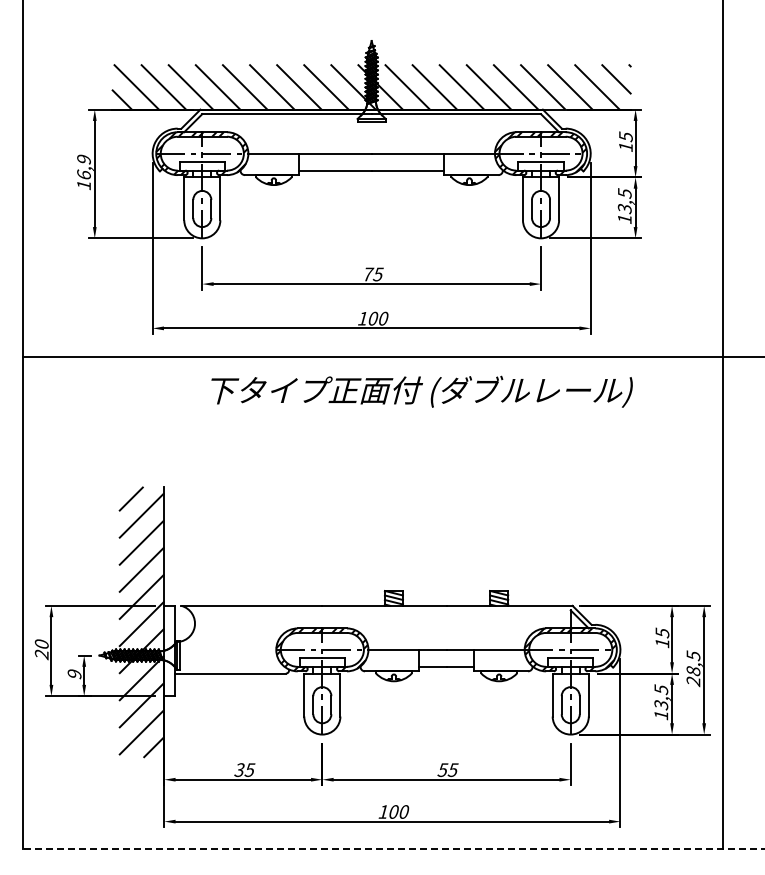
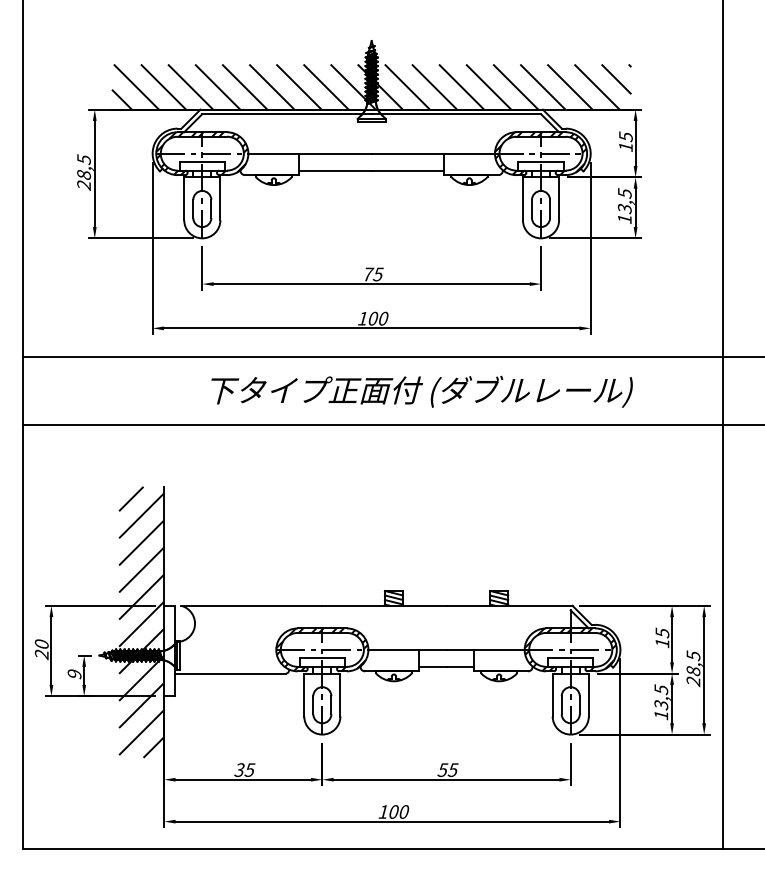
text at (83, 172): 16,9 -> 28,5
line at (391, 424): none -> present
line at (393, 848): dashed -> solid
